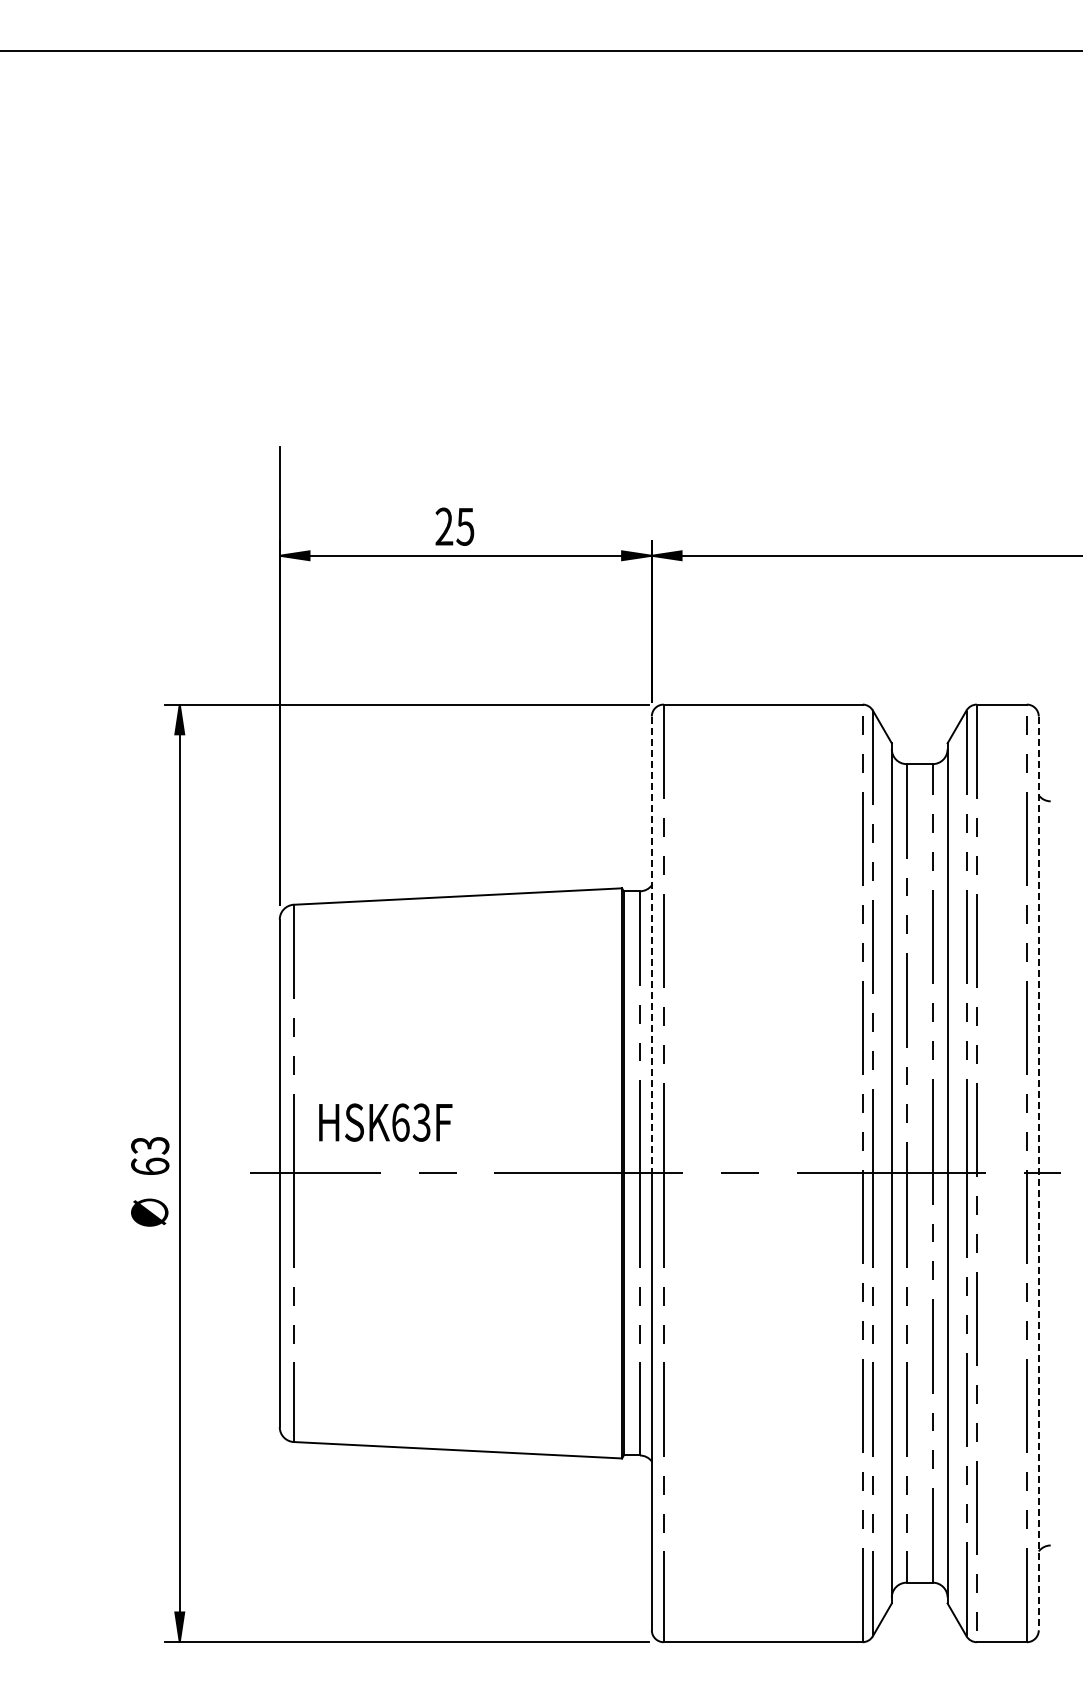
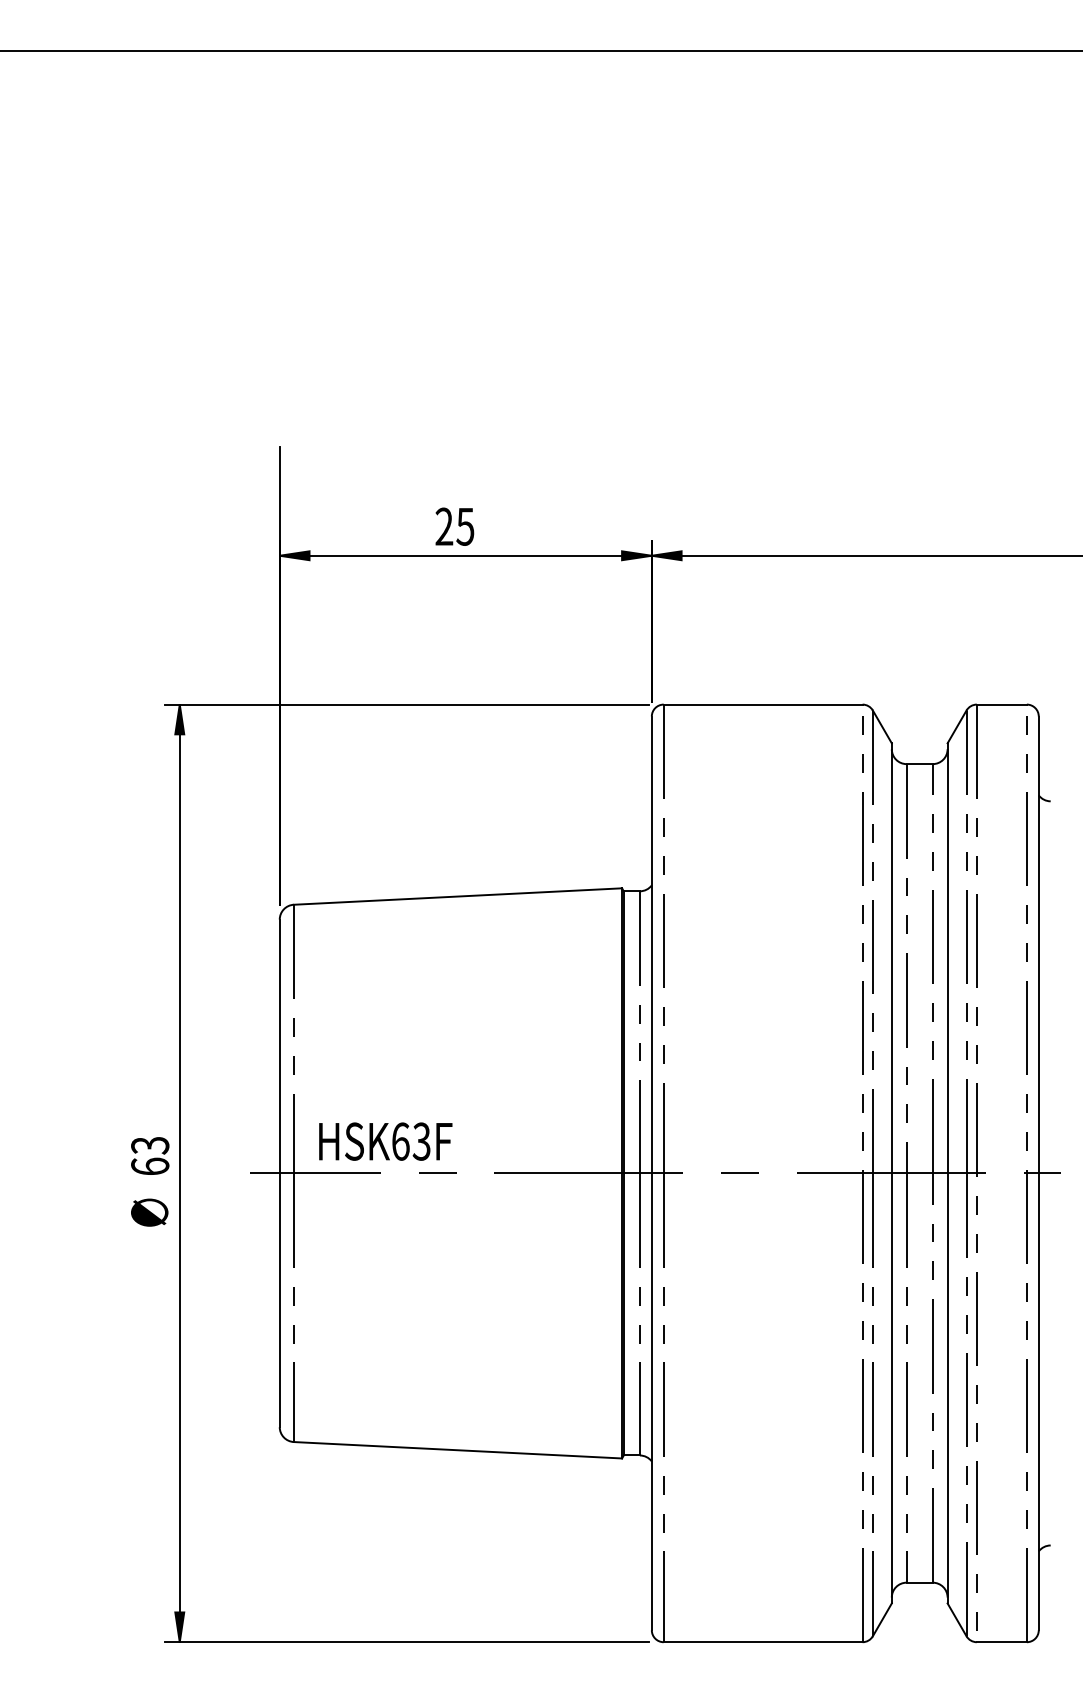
line at (651, 945): dashed -> solid
text at (385, 1122) position: (385, 1122) -> (385, 1141)
line at (1038, 1173): dashed -> solid
